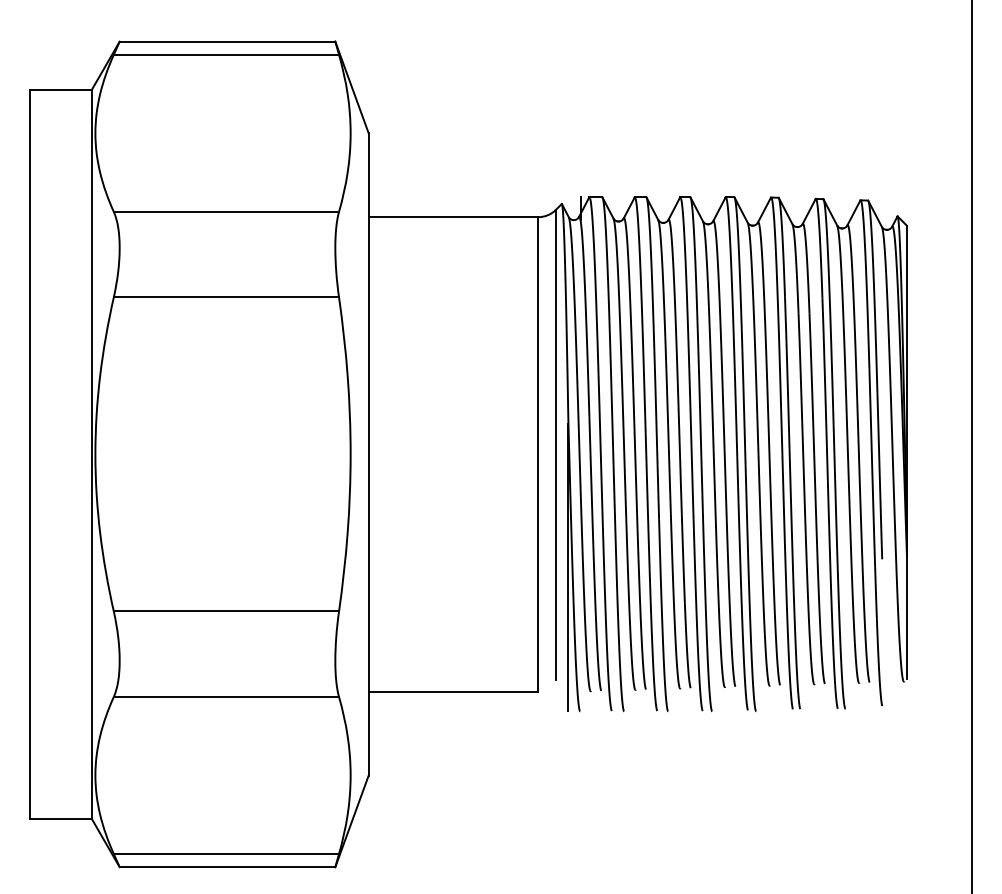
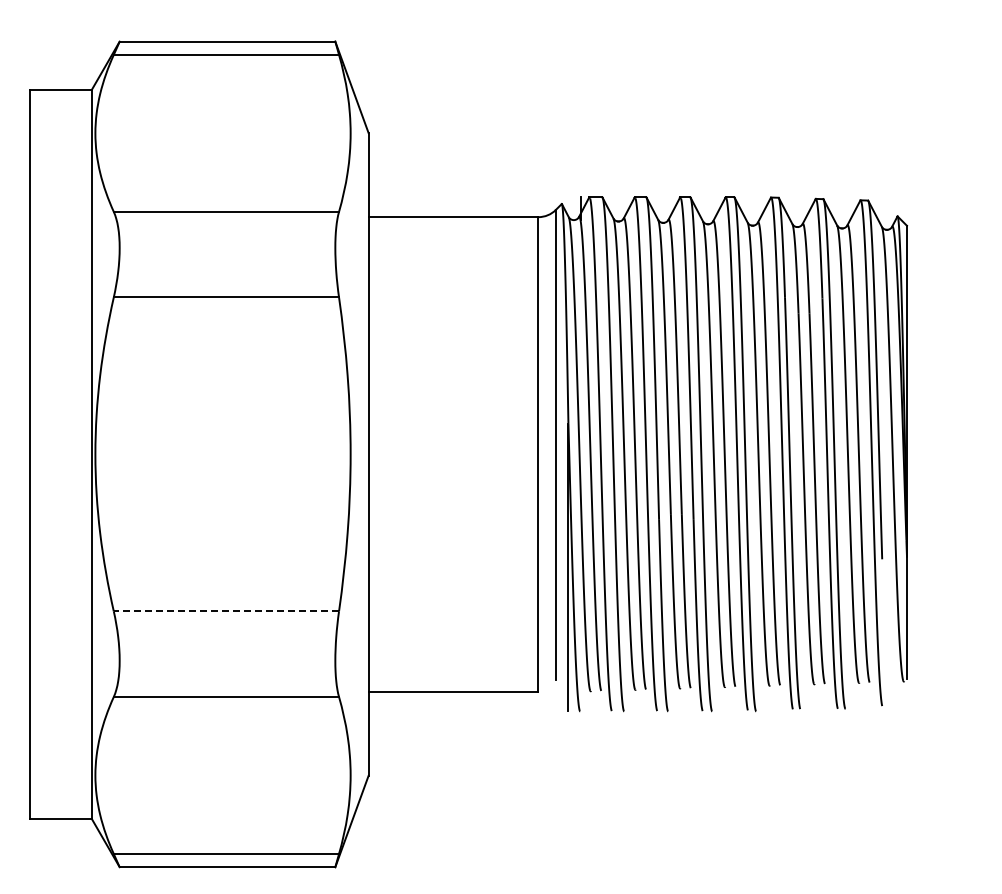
line at (971, 446): present -> none
line at (226, 611): solid -> dashed
